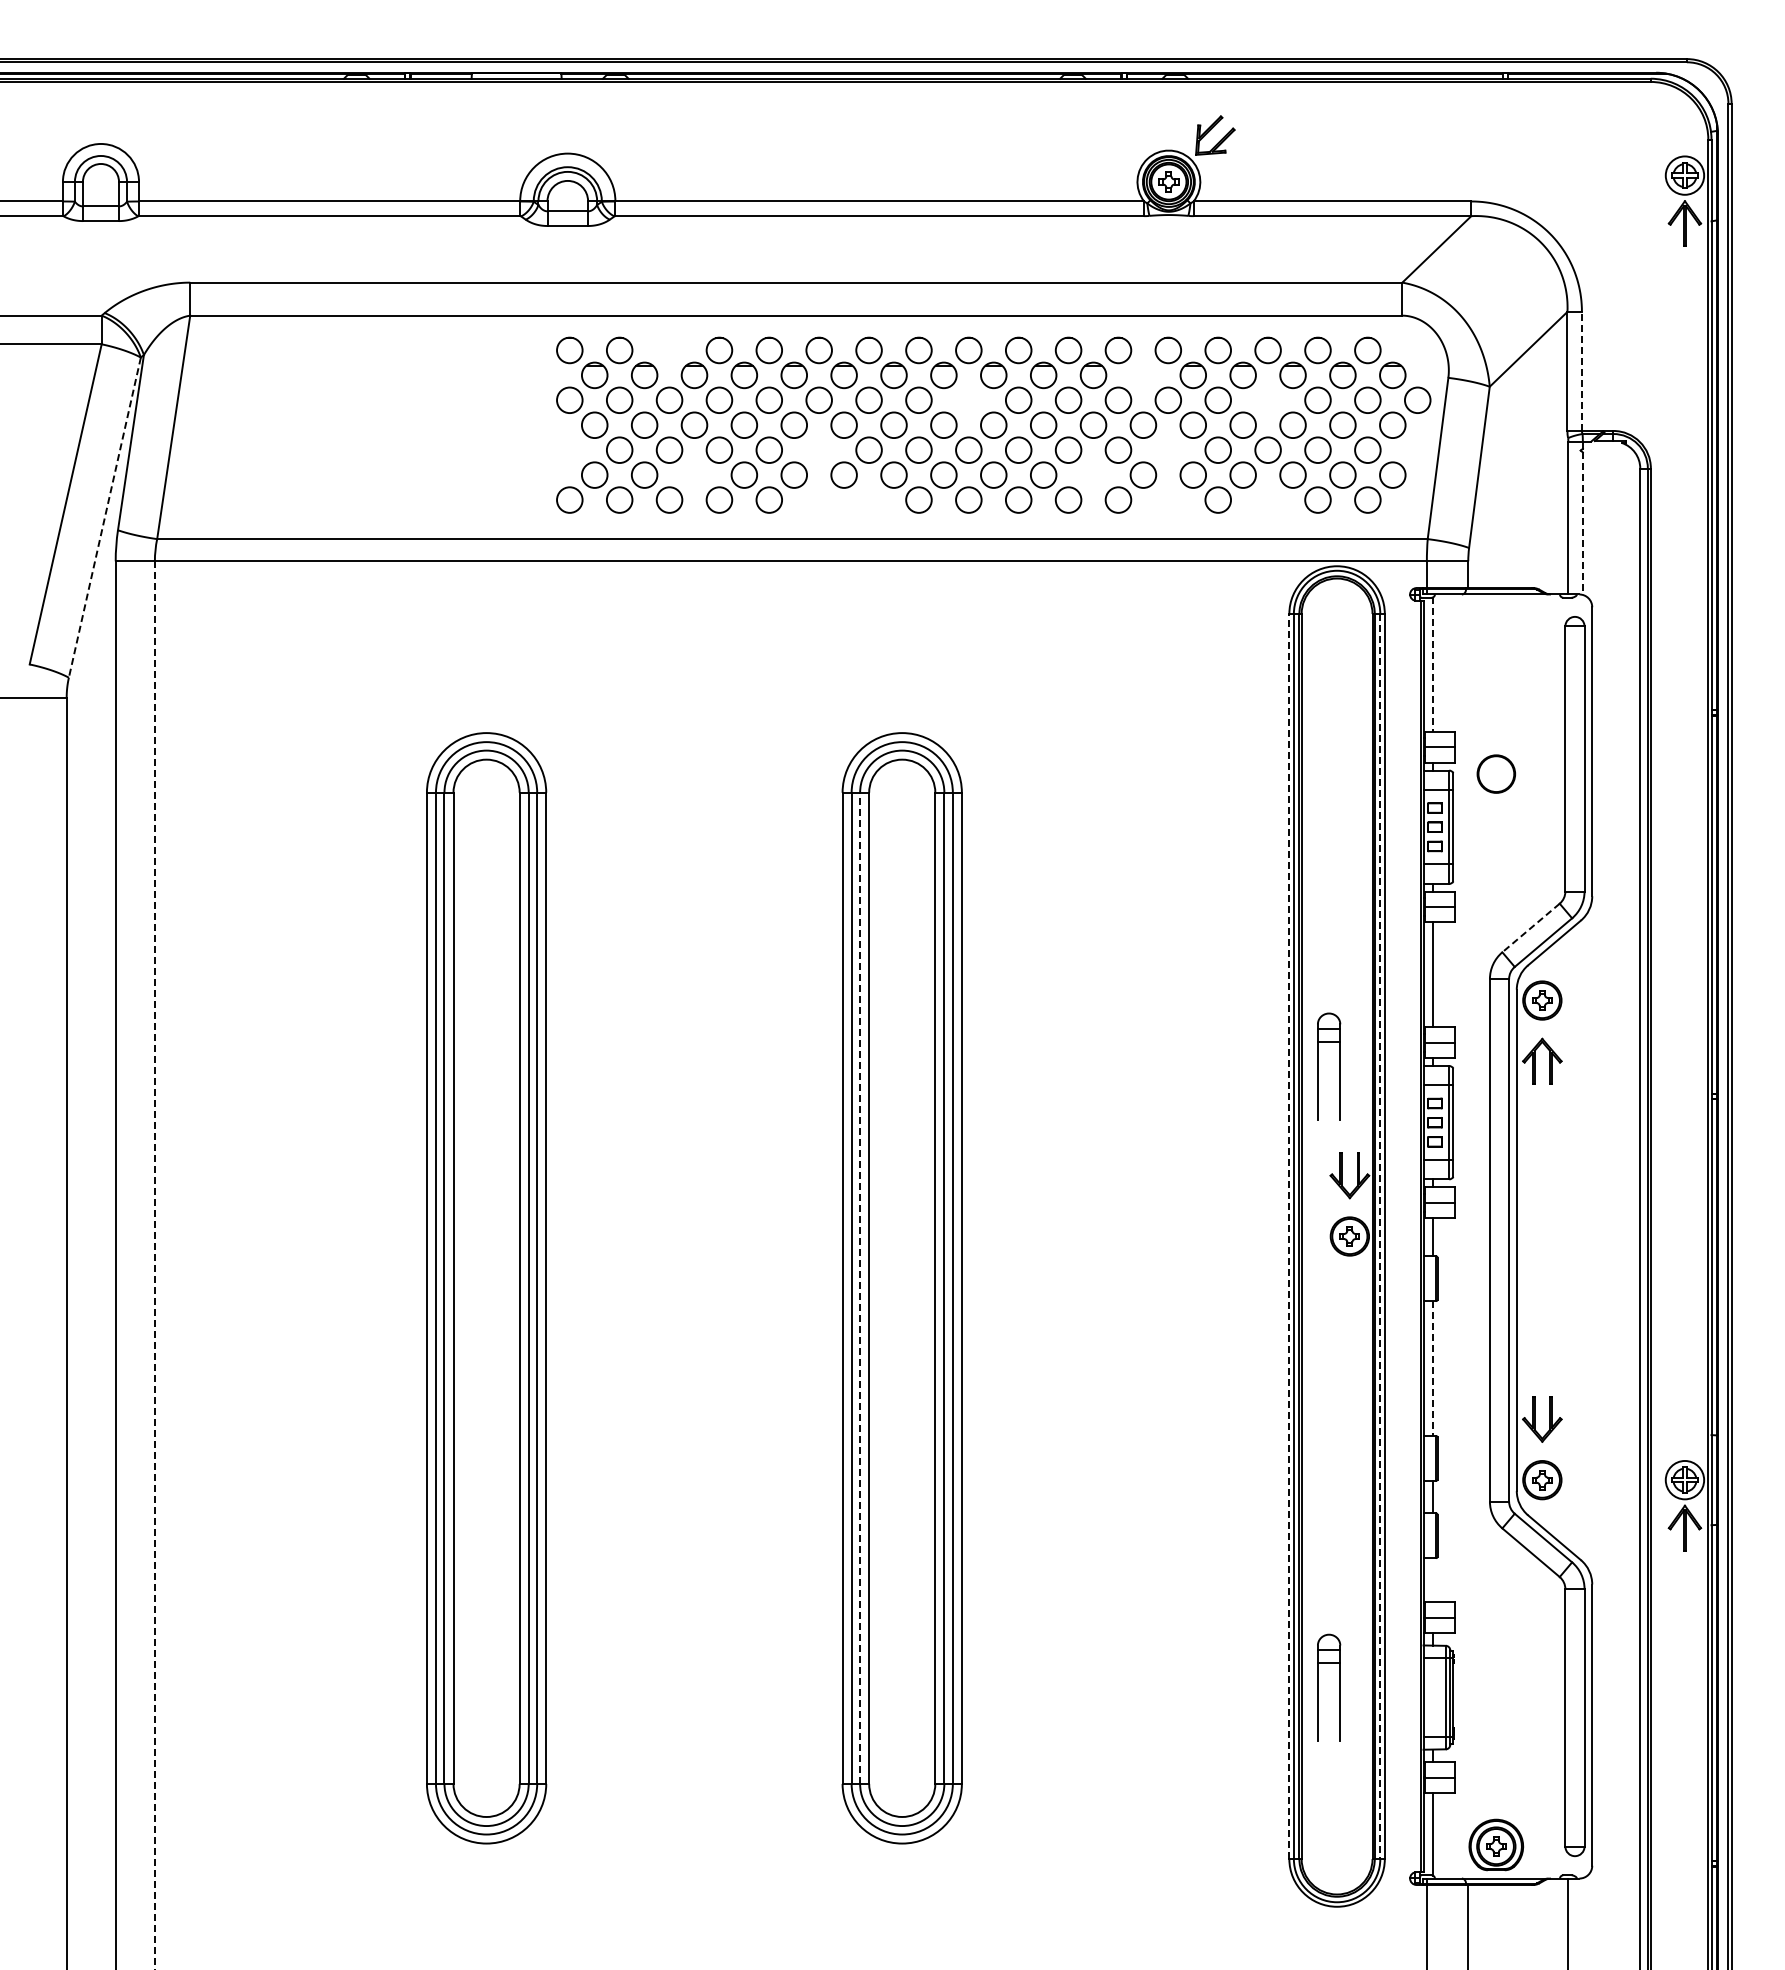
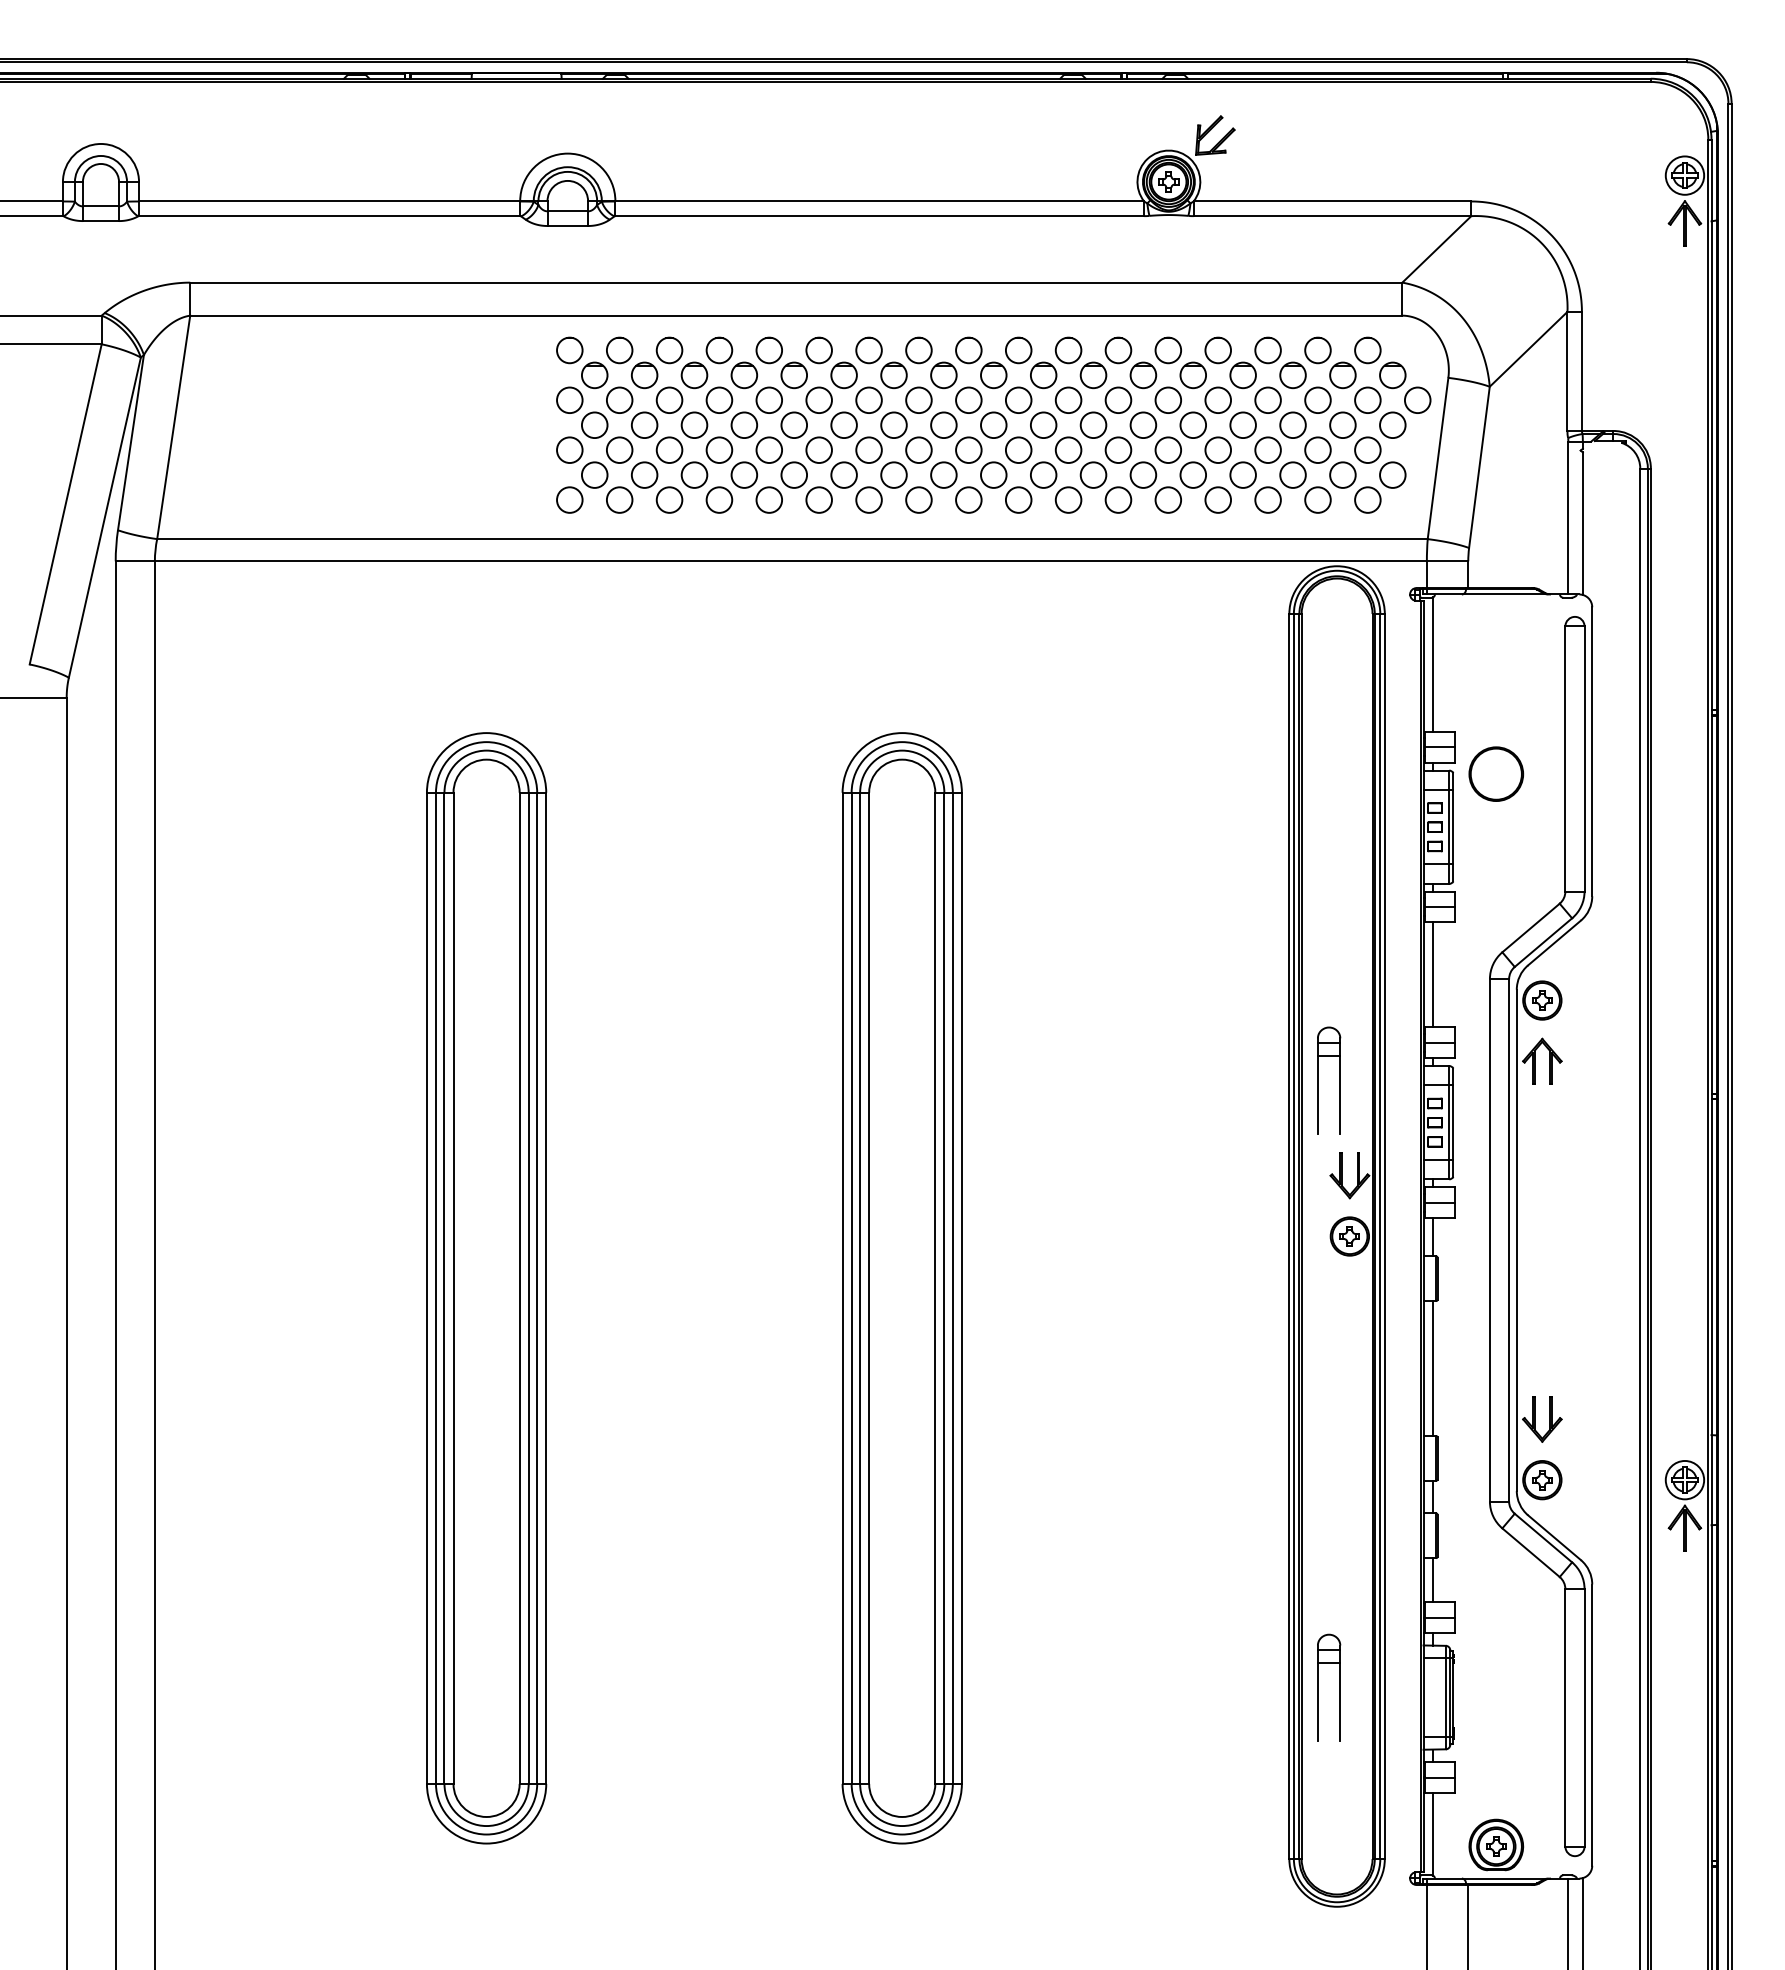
part at (669, 350): none -> present
line at (1581, 371): dashed -> solid
part at (1143, 375): none -> present
circle at (968, 399): none -> present
circle at (1267, 399): none -> present
circle at (569, 449): none -> present
circle at (818, 449): none -> present
circle at (1167, 449): none -> present
circle at (694, 474): none -> present
circle at (1093, 474): none -> present
circle at (818, 499): none -> present
circle at (868, 499): none -> present
circle at (1167, 499): none -> present
circle at (1267, 499): none -> present
line at (104, 518): dashed -> solid
line at (1582, 524): dashed -> solid
line at (1433, 665): dashed -> solid
part at (1496, 773) size: 41x40 px -> 57x56 px
line at (1531, 928): dashed -> solid
part at (1339, 1066) position: (1339, 1066) -> (1339, 1080)
line at (1289, 1236): dashed -> solid
line at (1380, 1236): dashed -> solid
line at (154, 1266): dashed -> solid
line at (860, 1288): dashed -> solid
line at (1433, 1369): dashed -> solid
line at (1433, 1580): none -> present
line at (1582, 1922): none -> present
